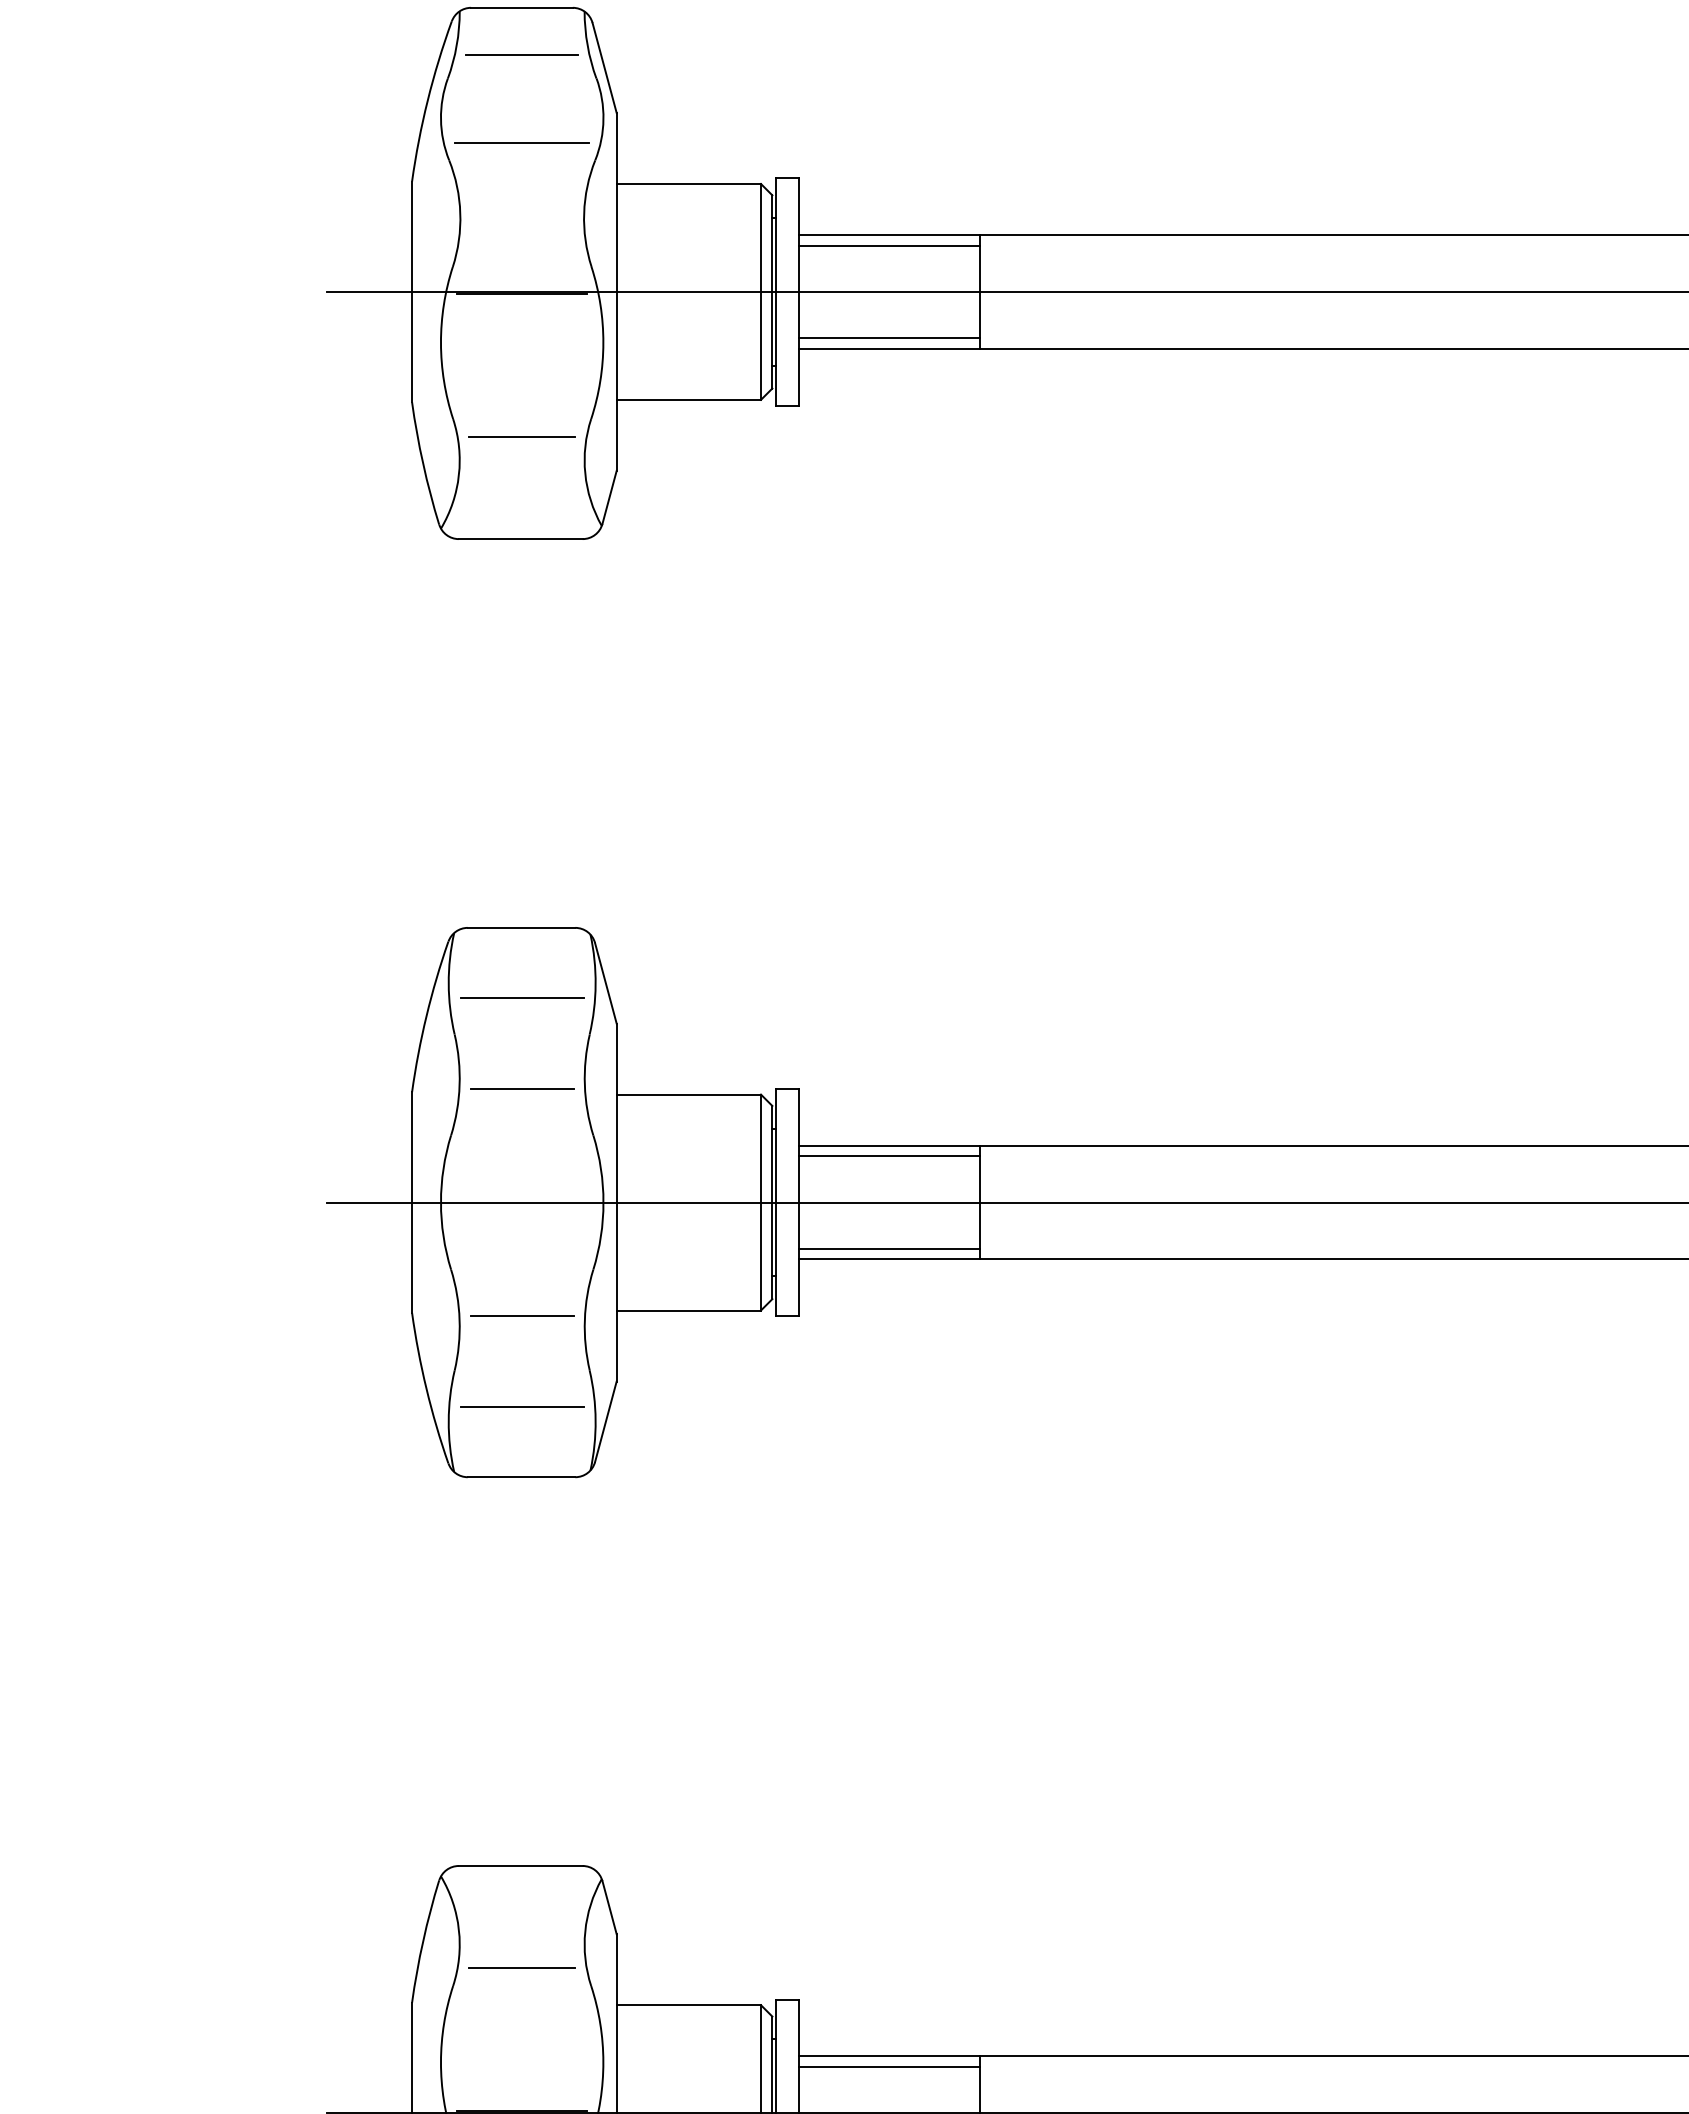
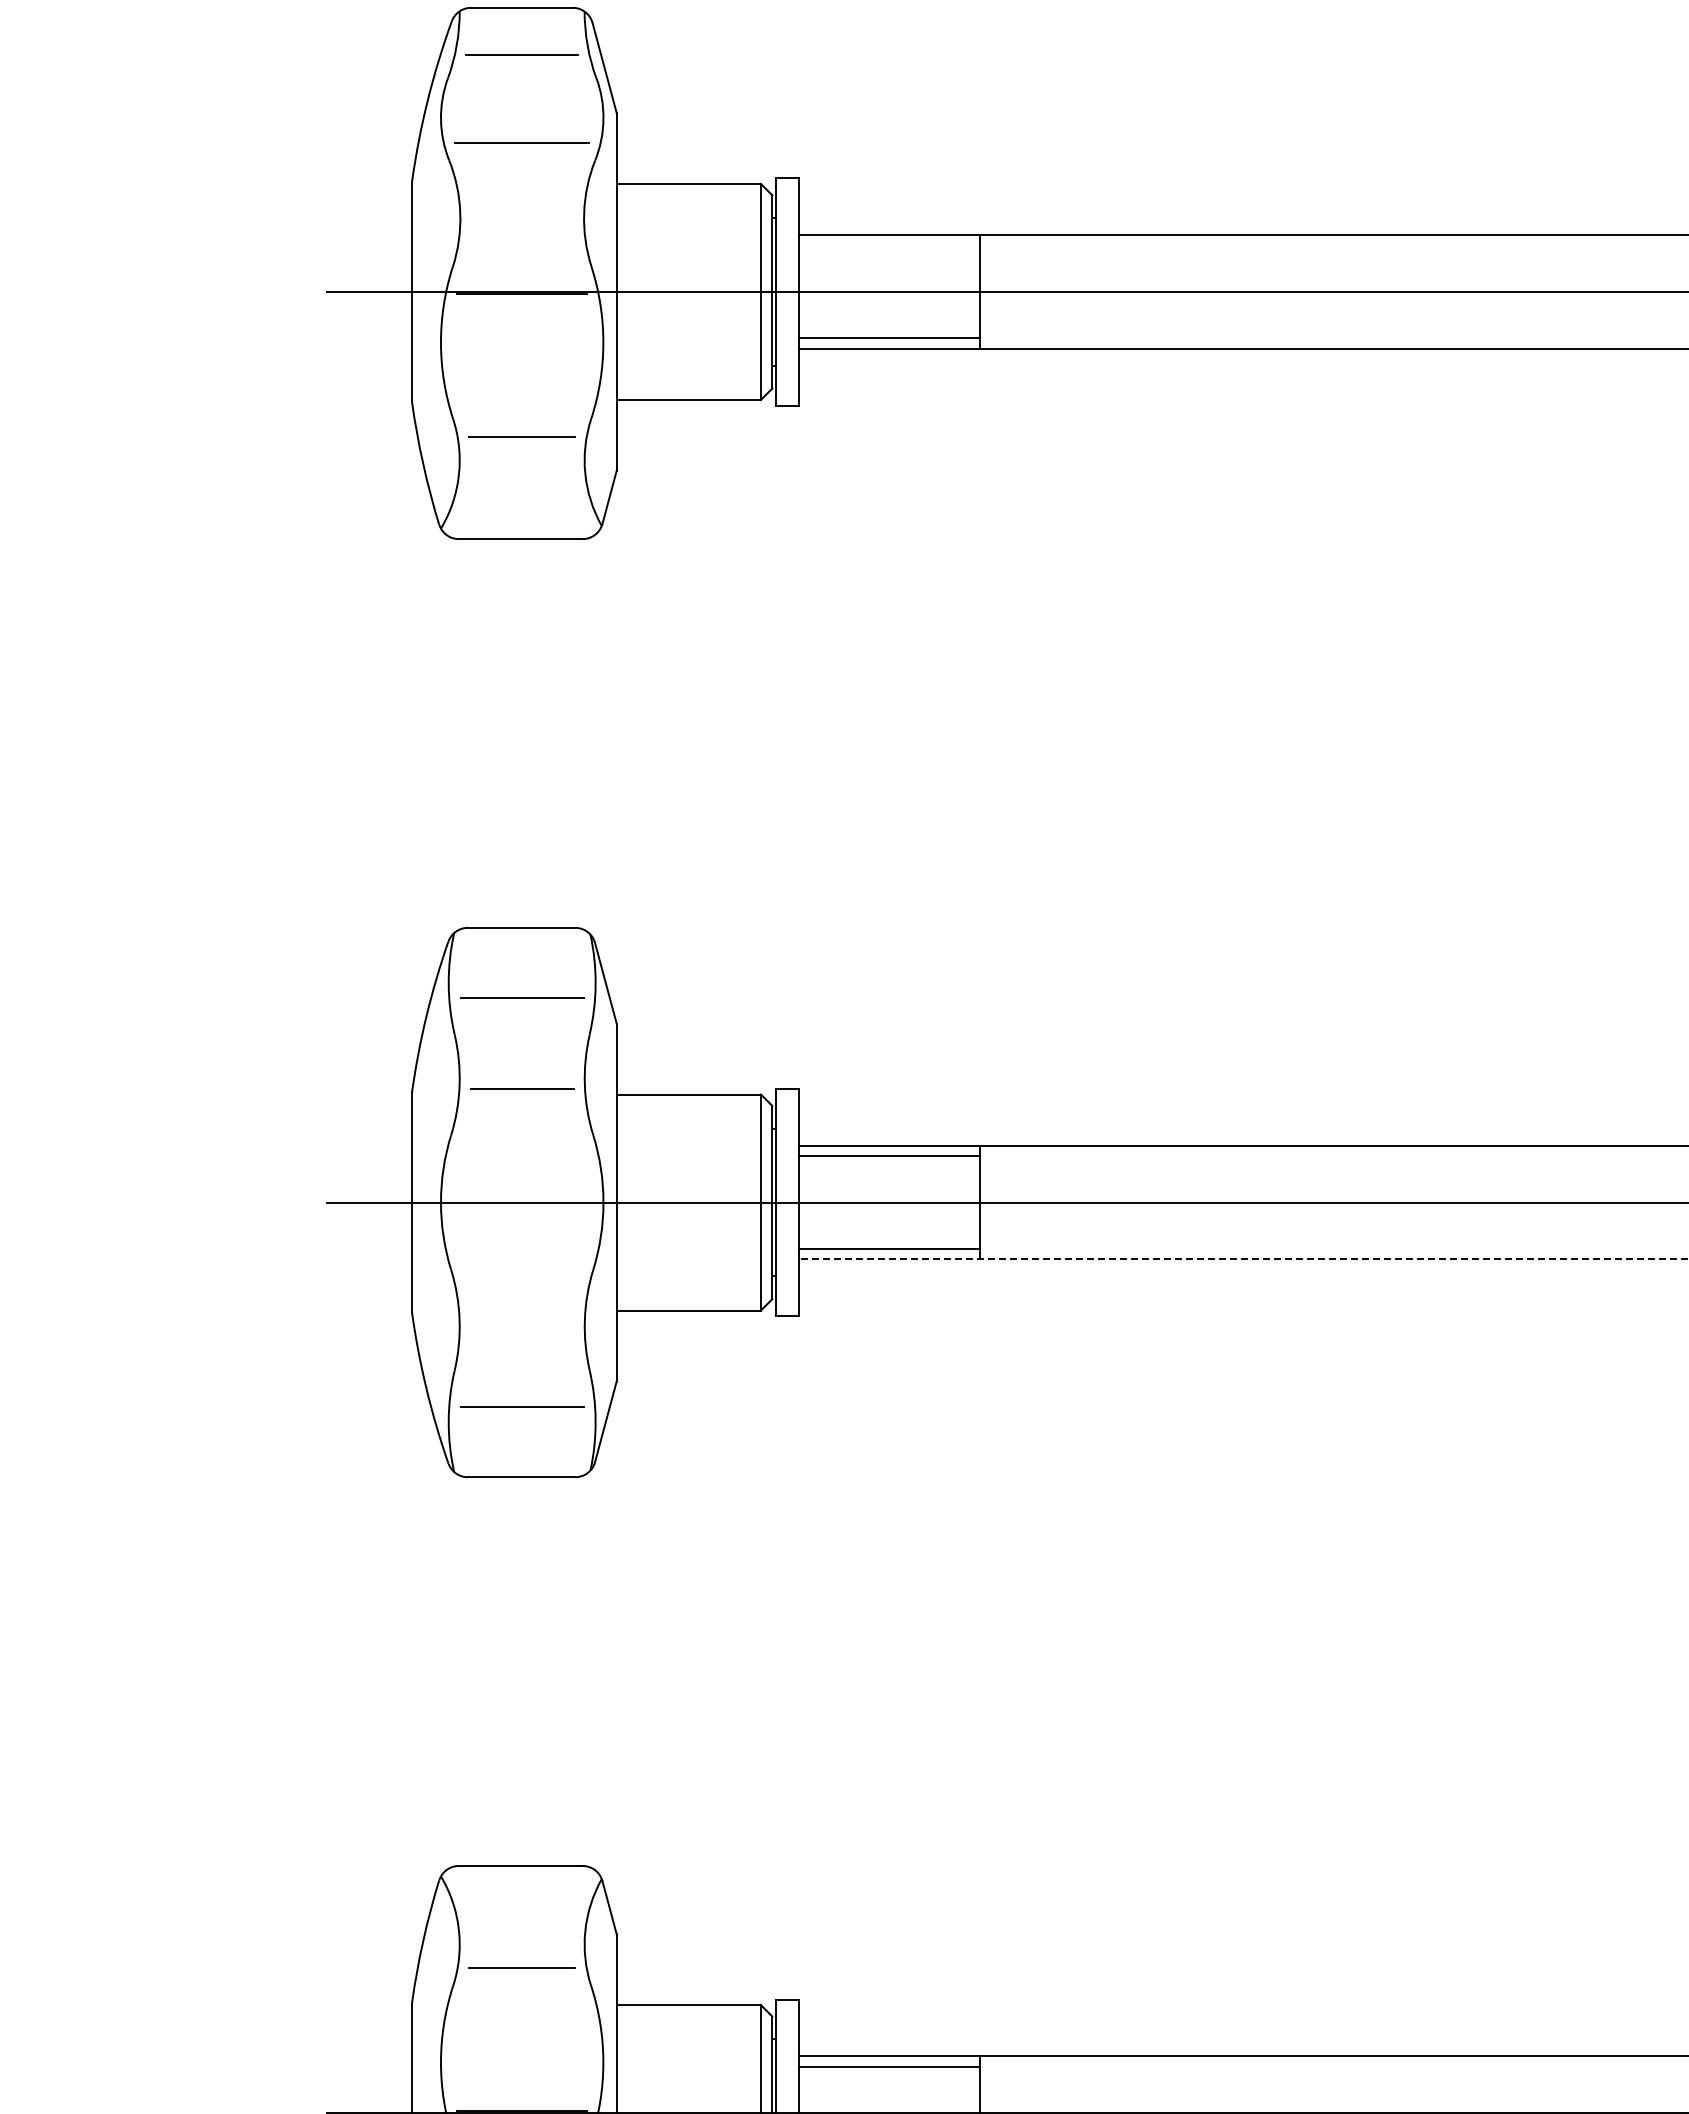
line at (889, 245): present -> none
line at (1243, 1259): solid -> dashed
line at (522, 1315): present -> none
